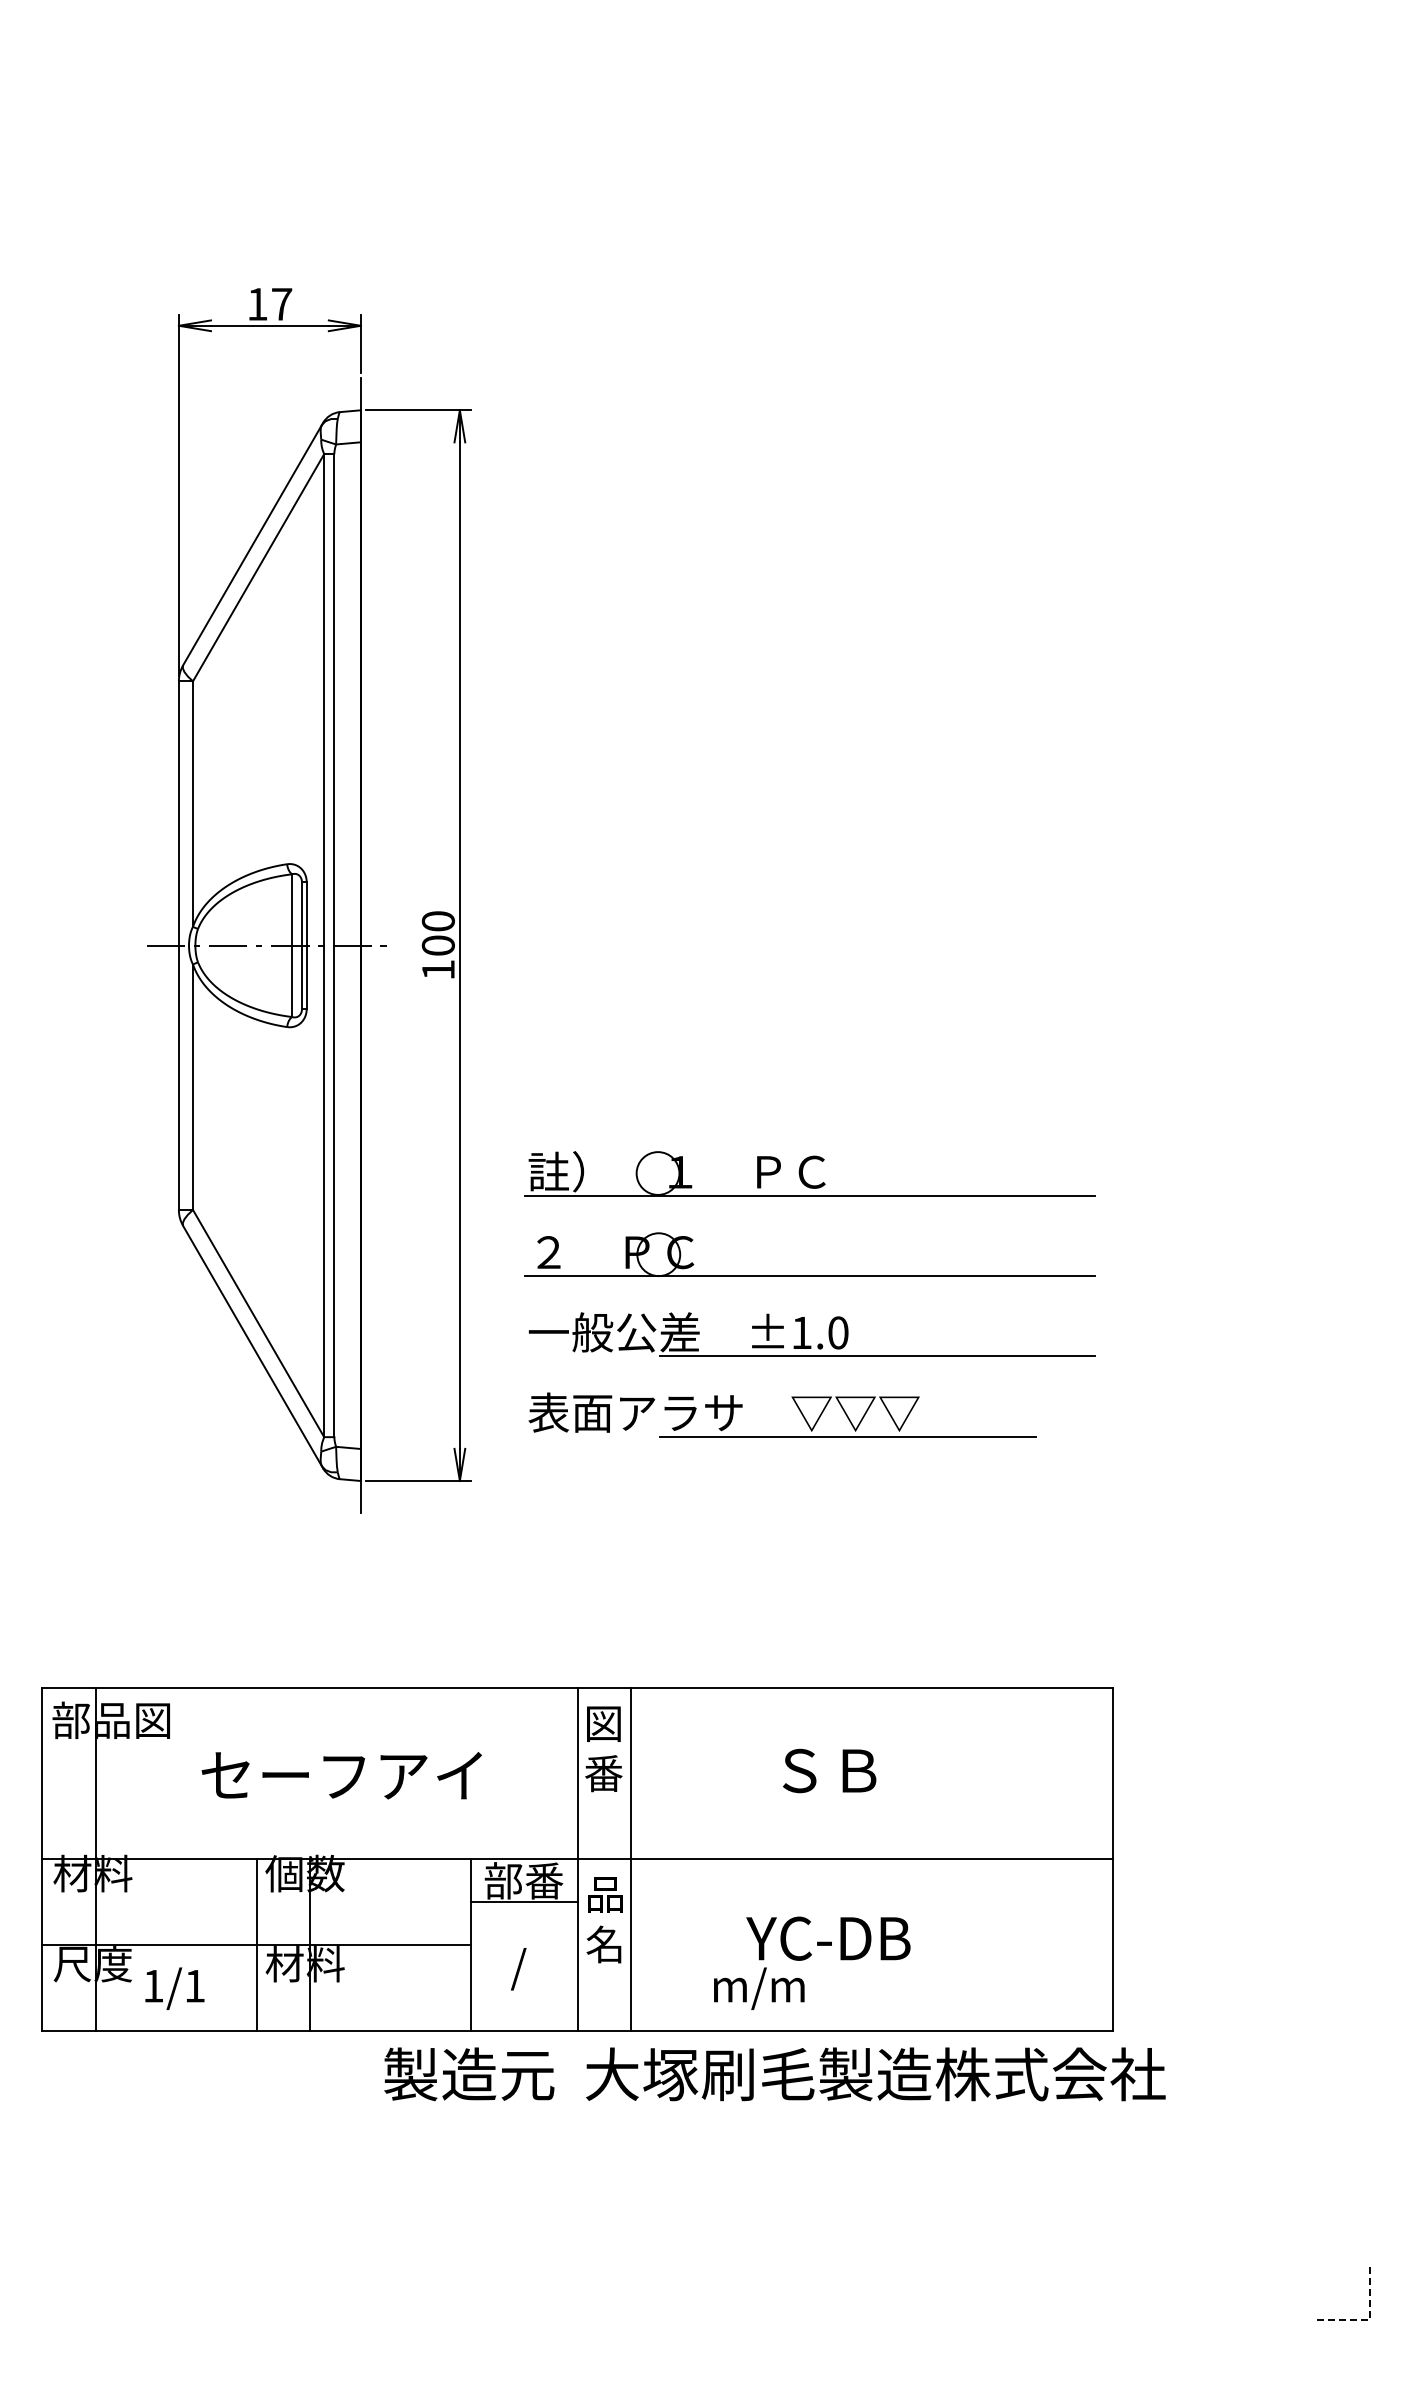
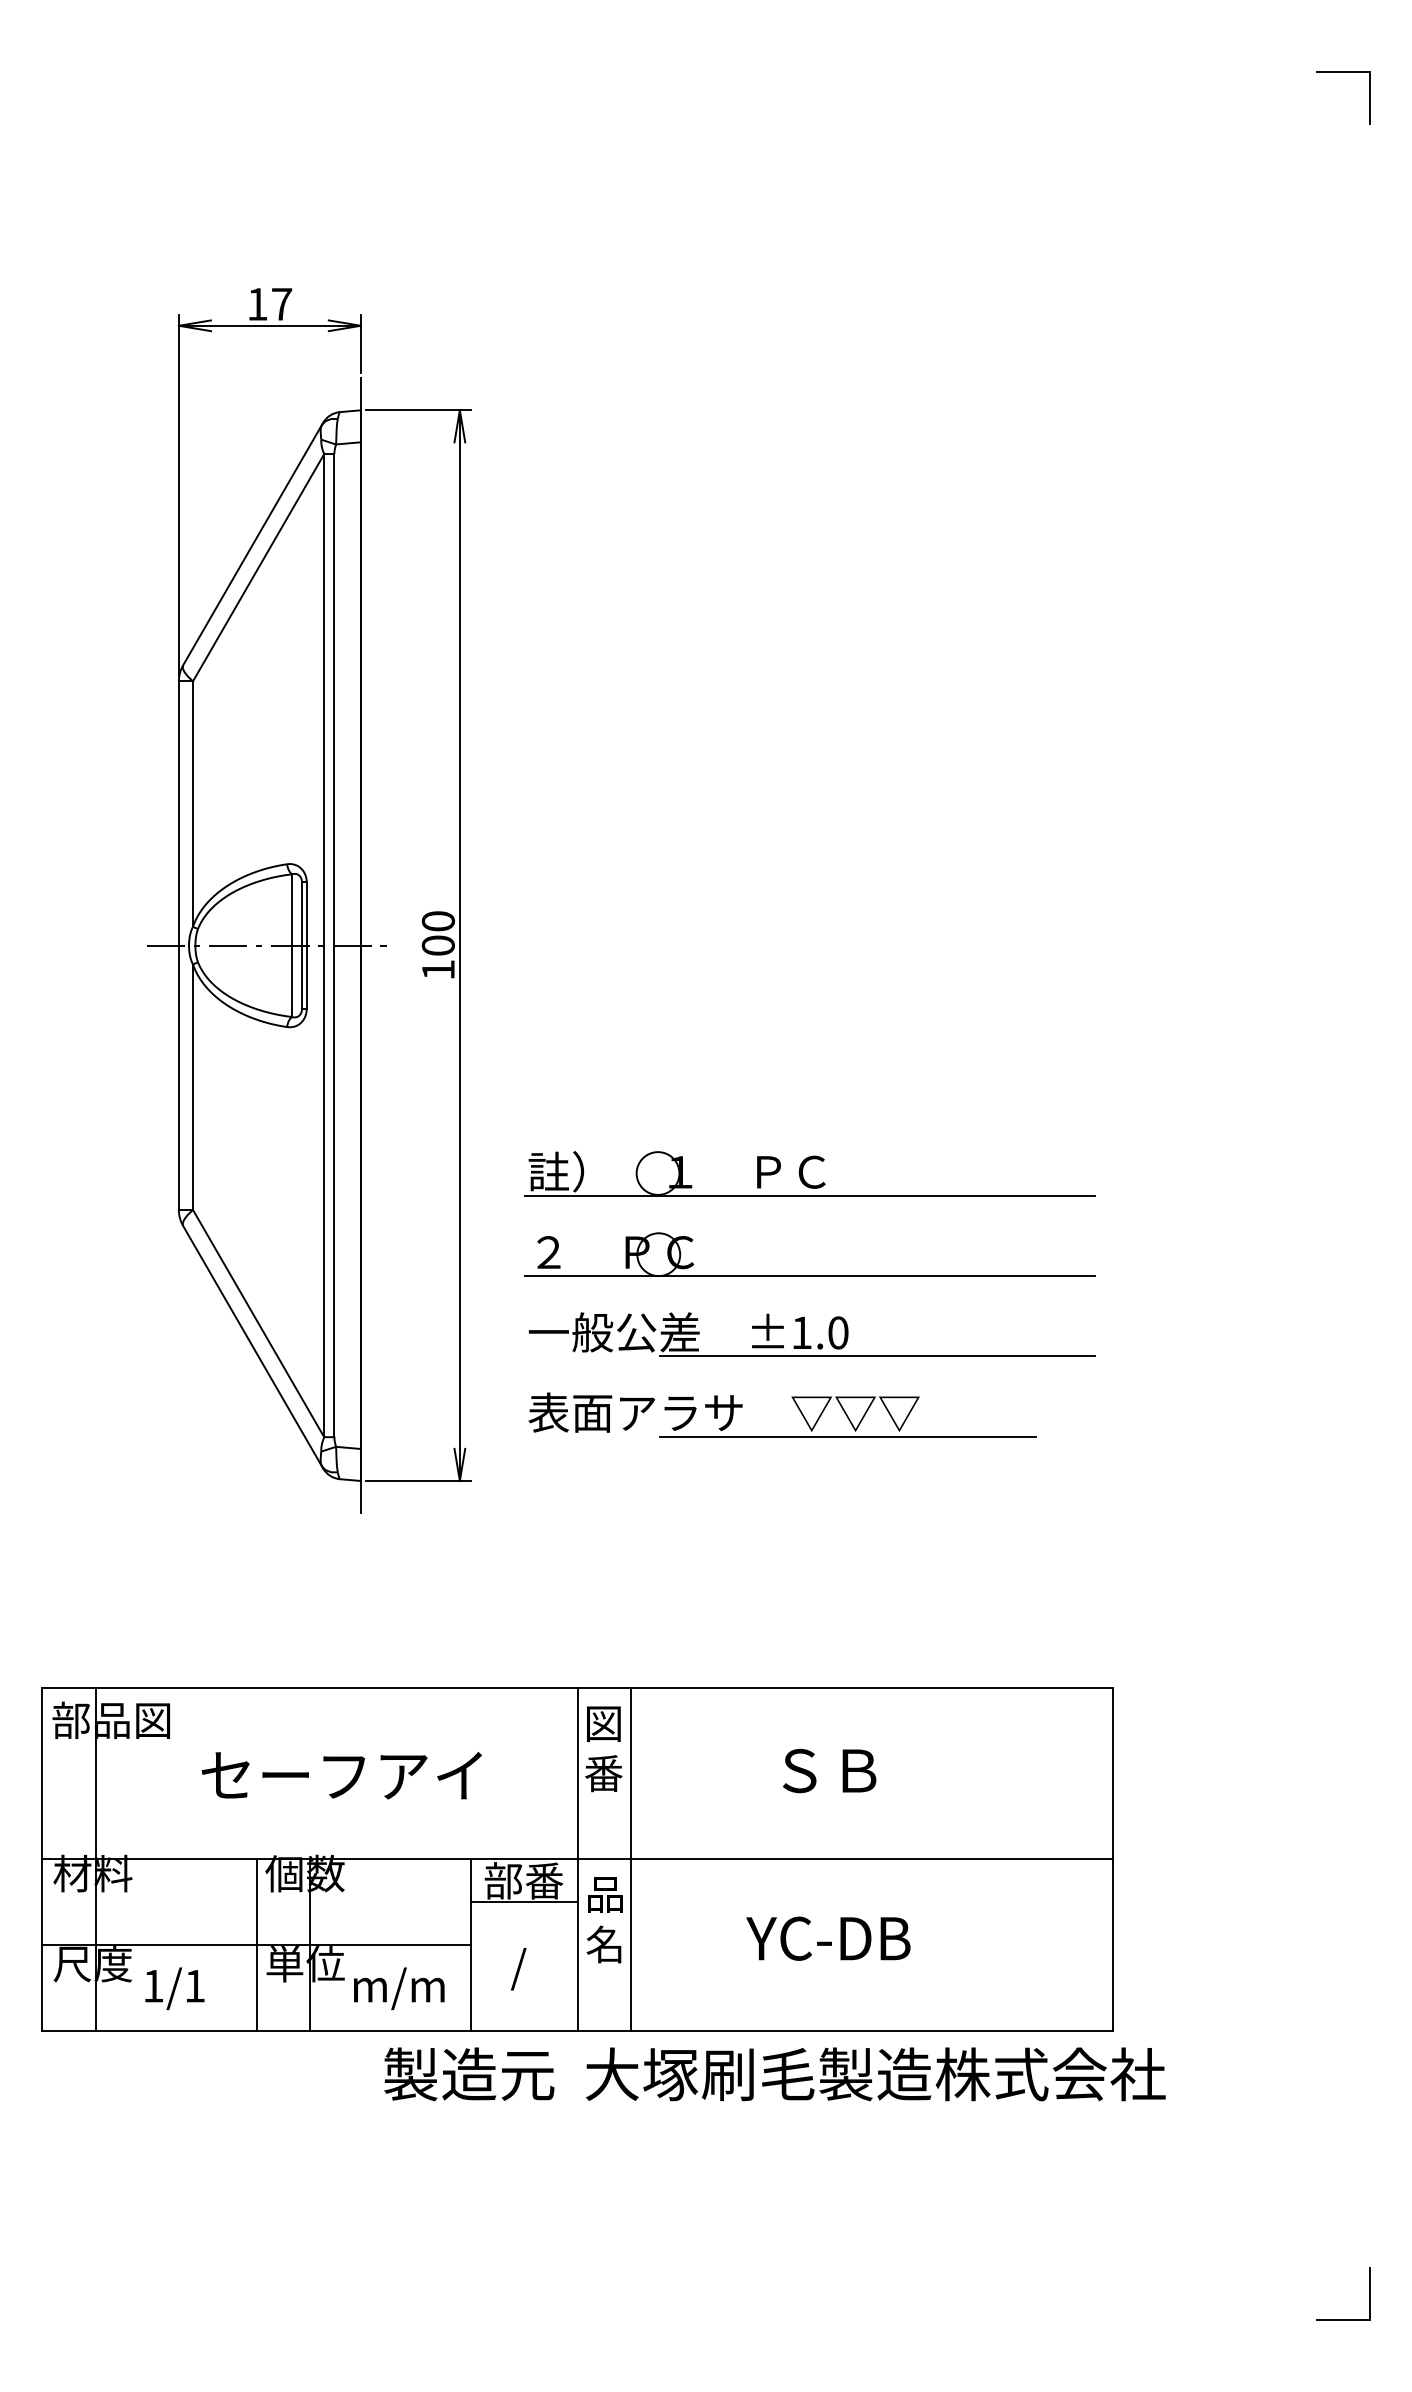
line at (1343, 72): none -> present
text at (304, 1964): 材料 -> 単位
text at (759, 1988) position: (759, 1988) -> (399, 1988)
line at (1369, 2320): dashed -> solid
